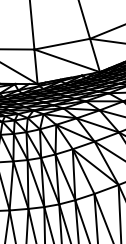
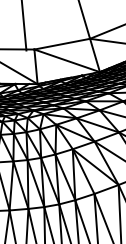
line at (32, 25) position: (32, 25) -> (24, 26)
